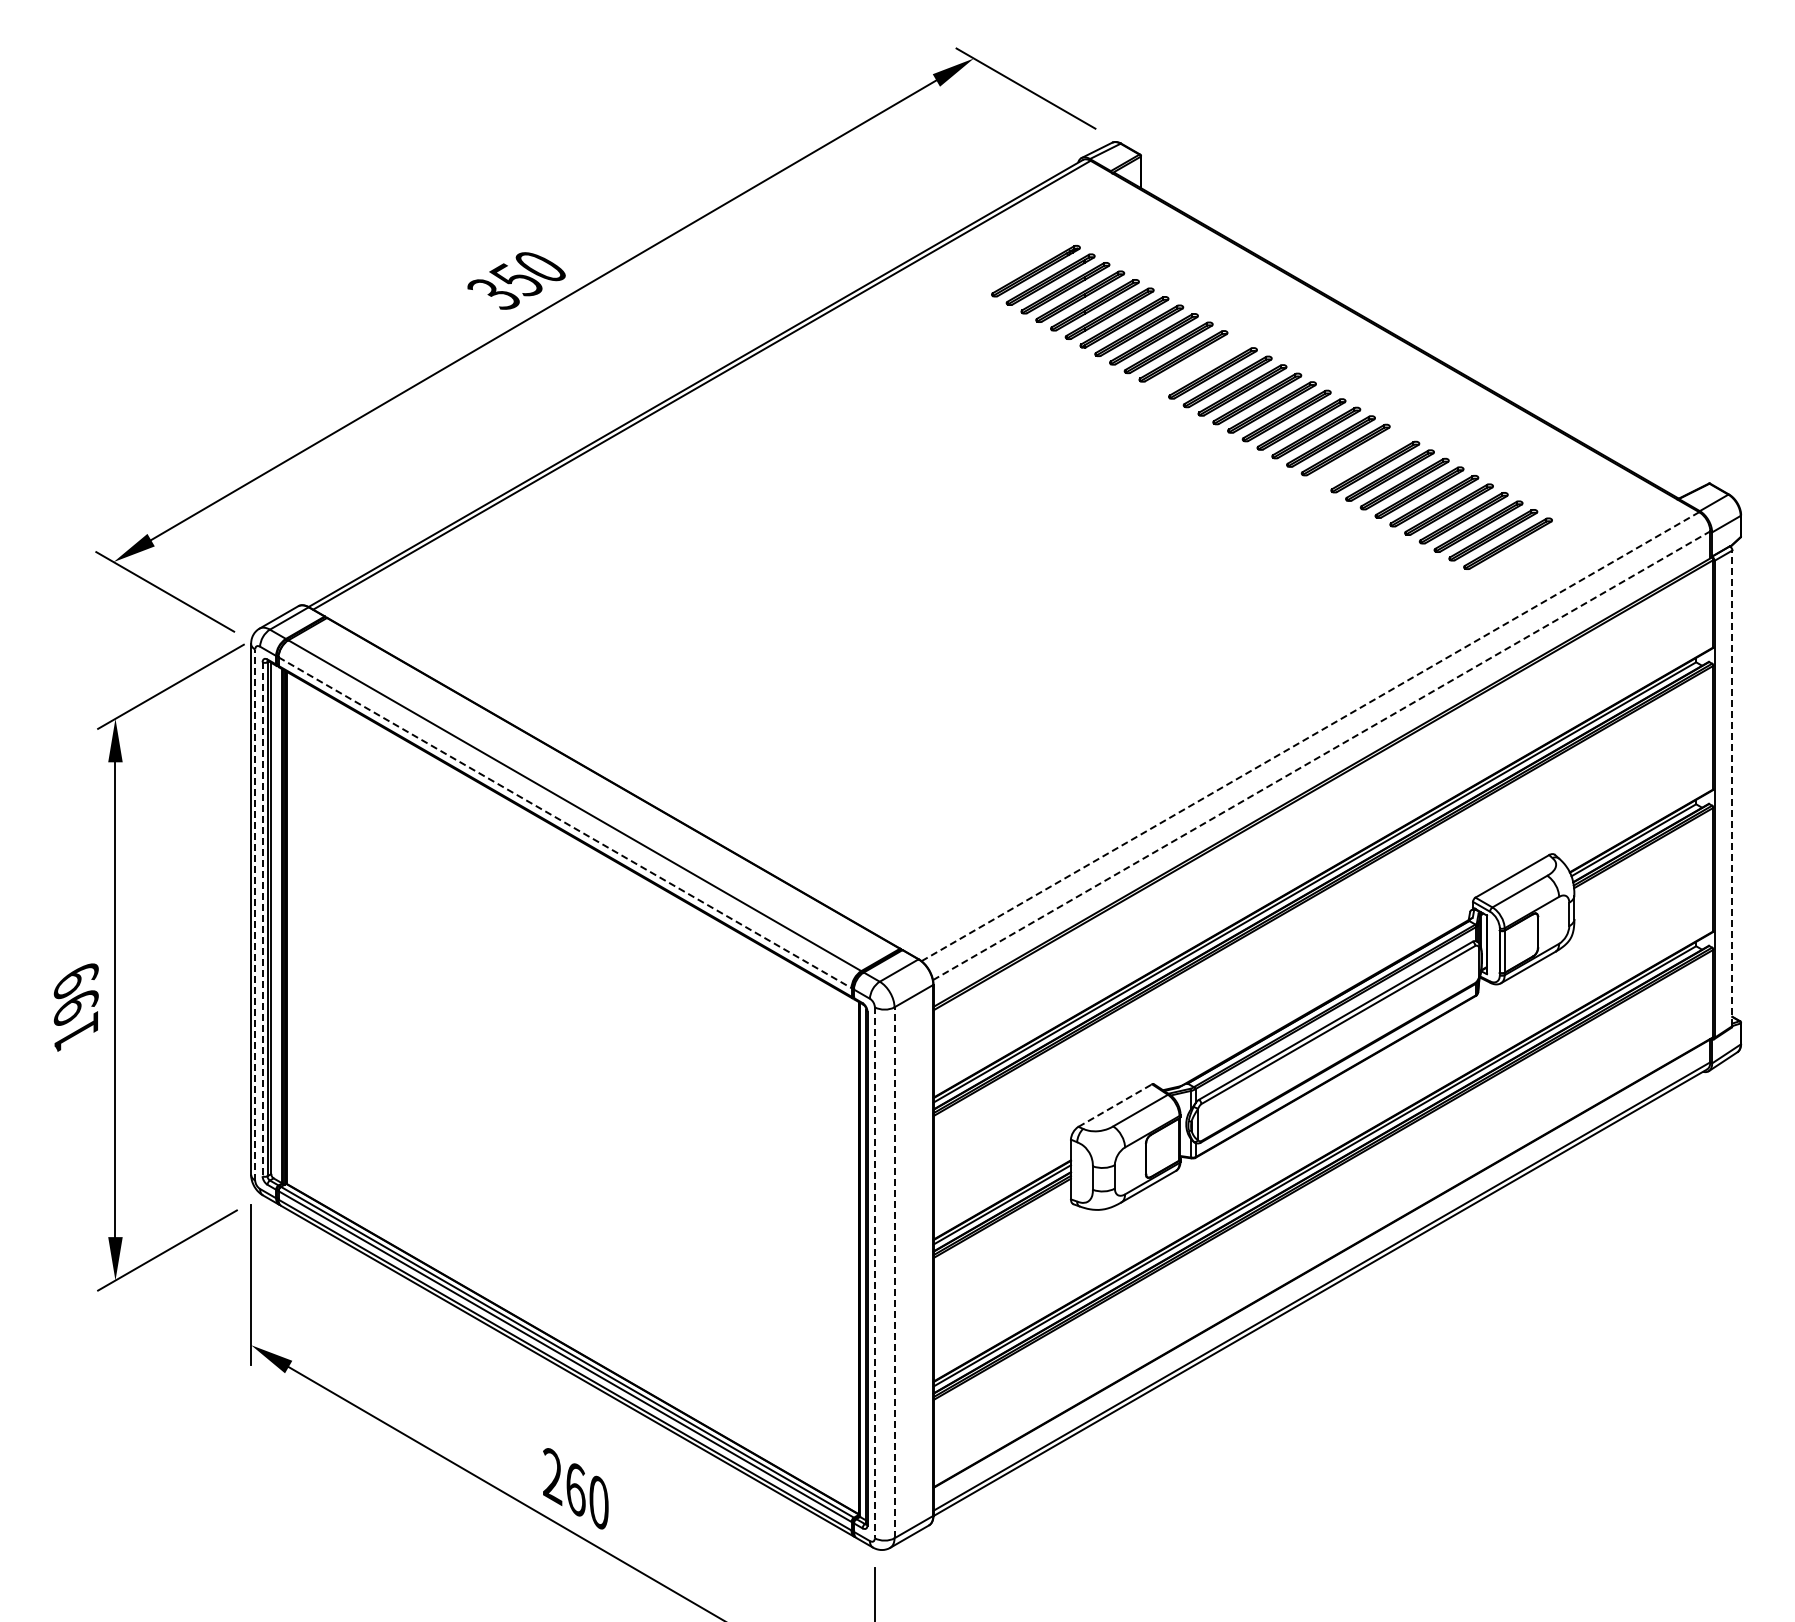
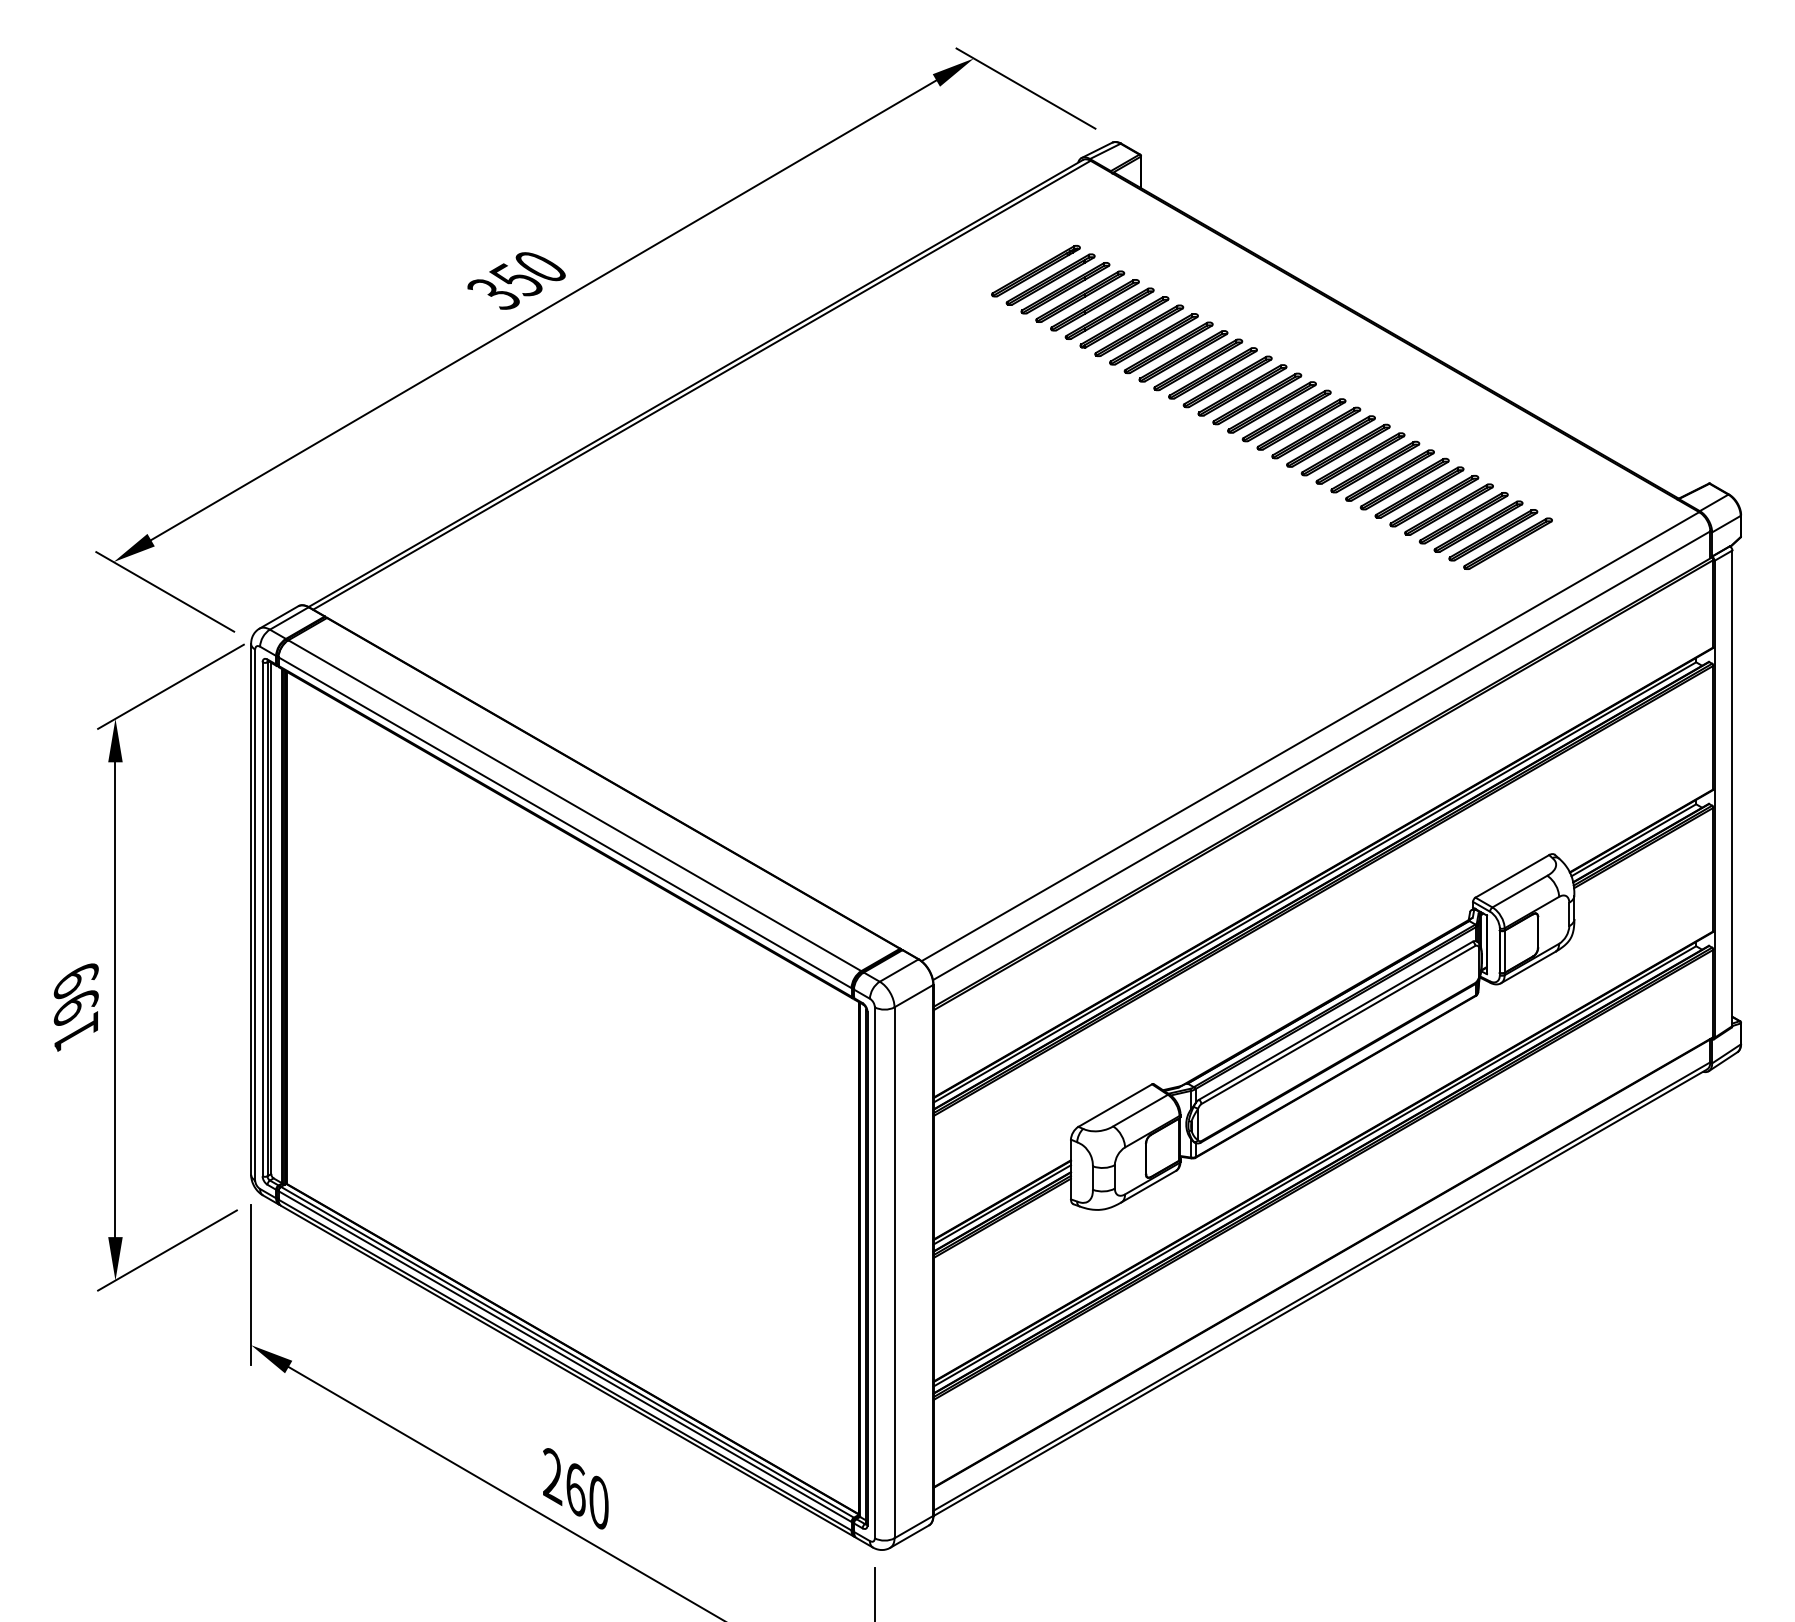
part at (1198, 364): none -> present
part at (1360, 458): none -> present
line at (1310, 736): dashed -> solid
line at (1321, 755): dashed -> solid
line at (1732, 788): dashed -> solid
line at (565, 822): dashed -> solid
line at (255, 914): dashed -> solid
line at (262, 919): dashed -> solid
line at (1115, 1105): dashed -> solid
line at (894, 1272): dashed -> solid
line at (874, 1273): dashed -> solid
